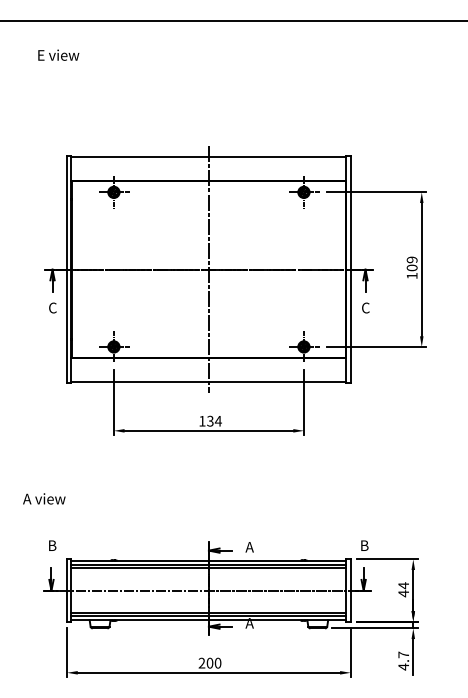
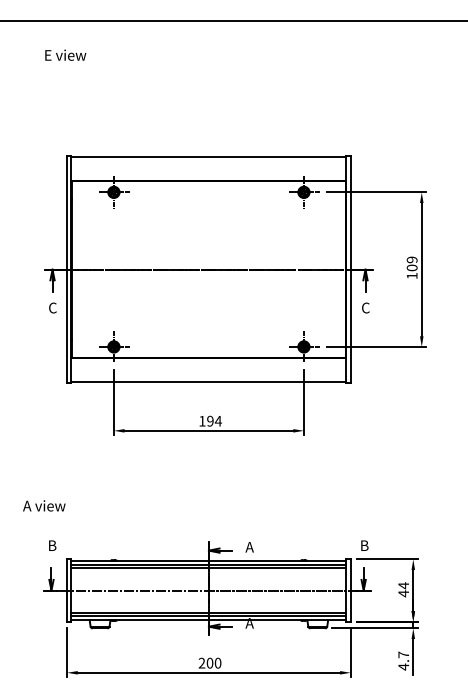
text at (58, 54) position: (58, 54) -> (65, 54)
line at (208, 269): present -> none
text at (210, 421): 134 -> 194
text at (44, 498) position: (44, 498) -> (44, 505)
